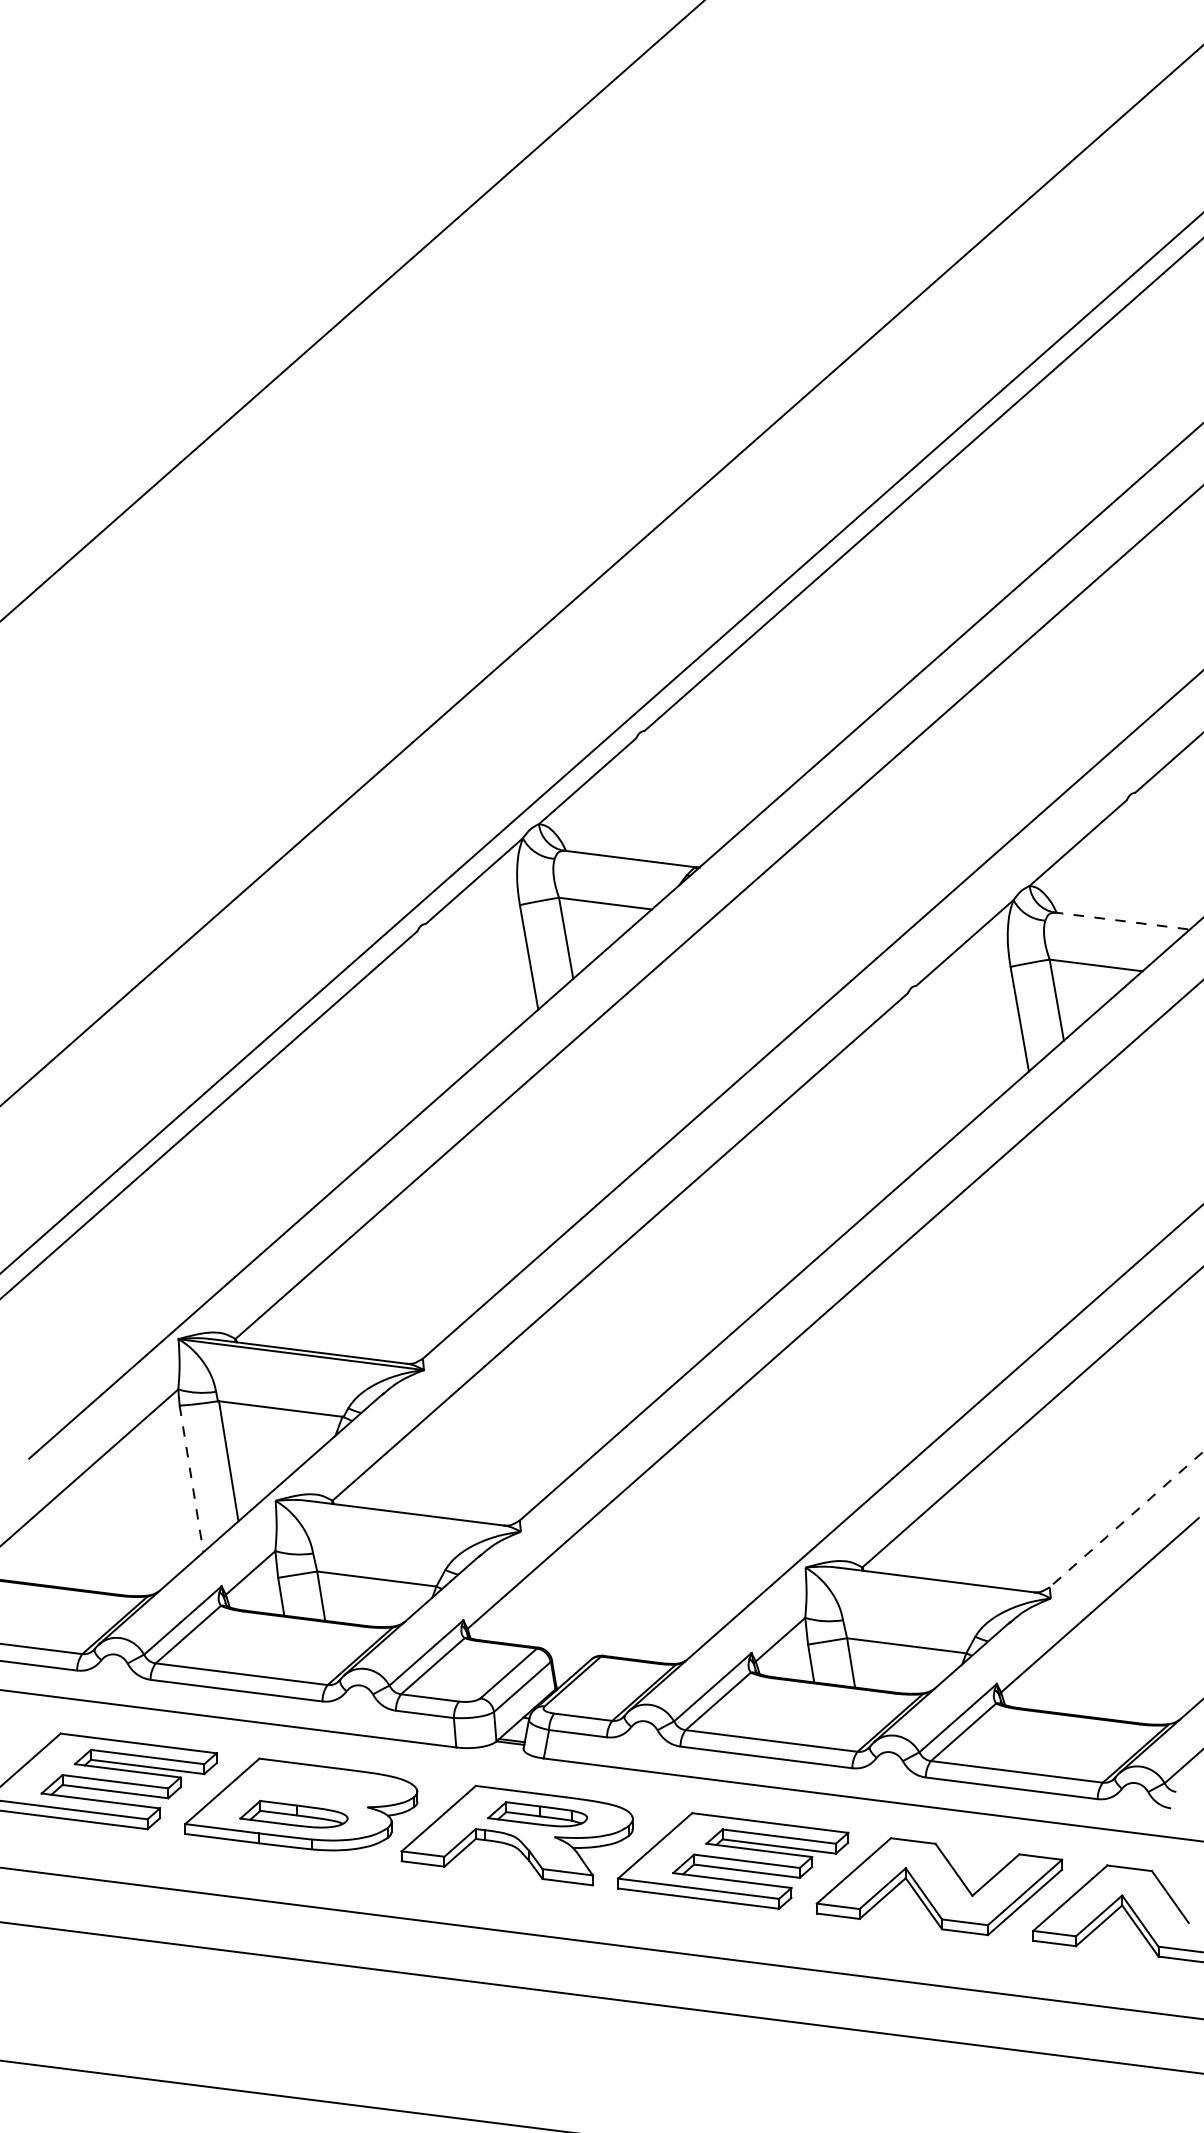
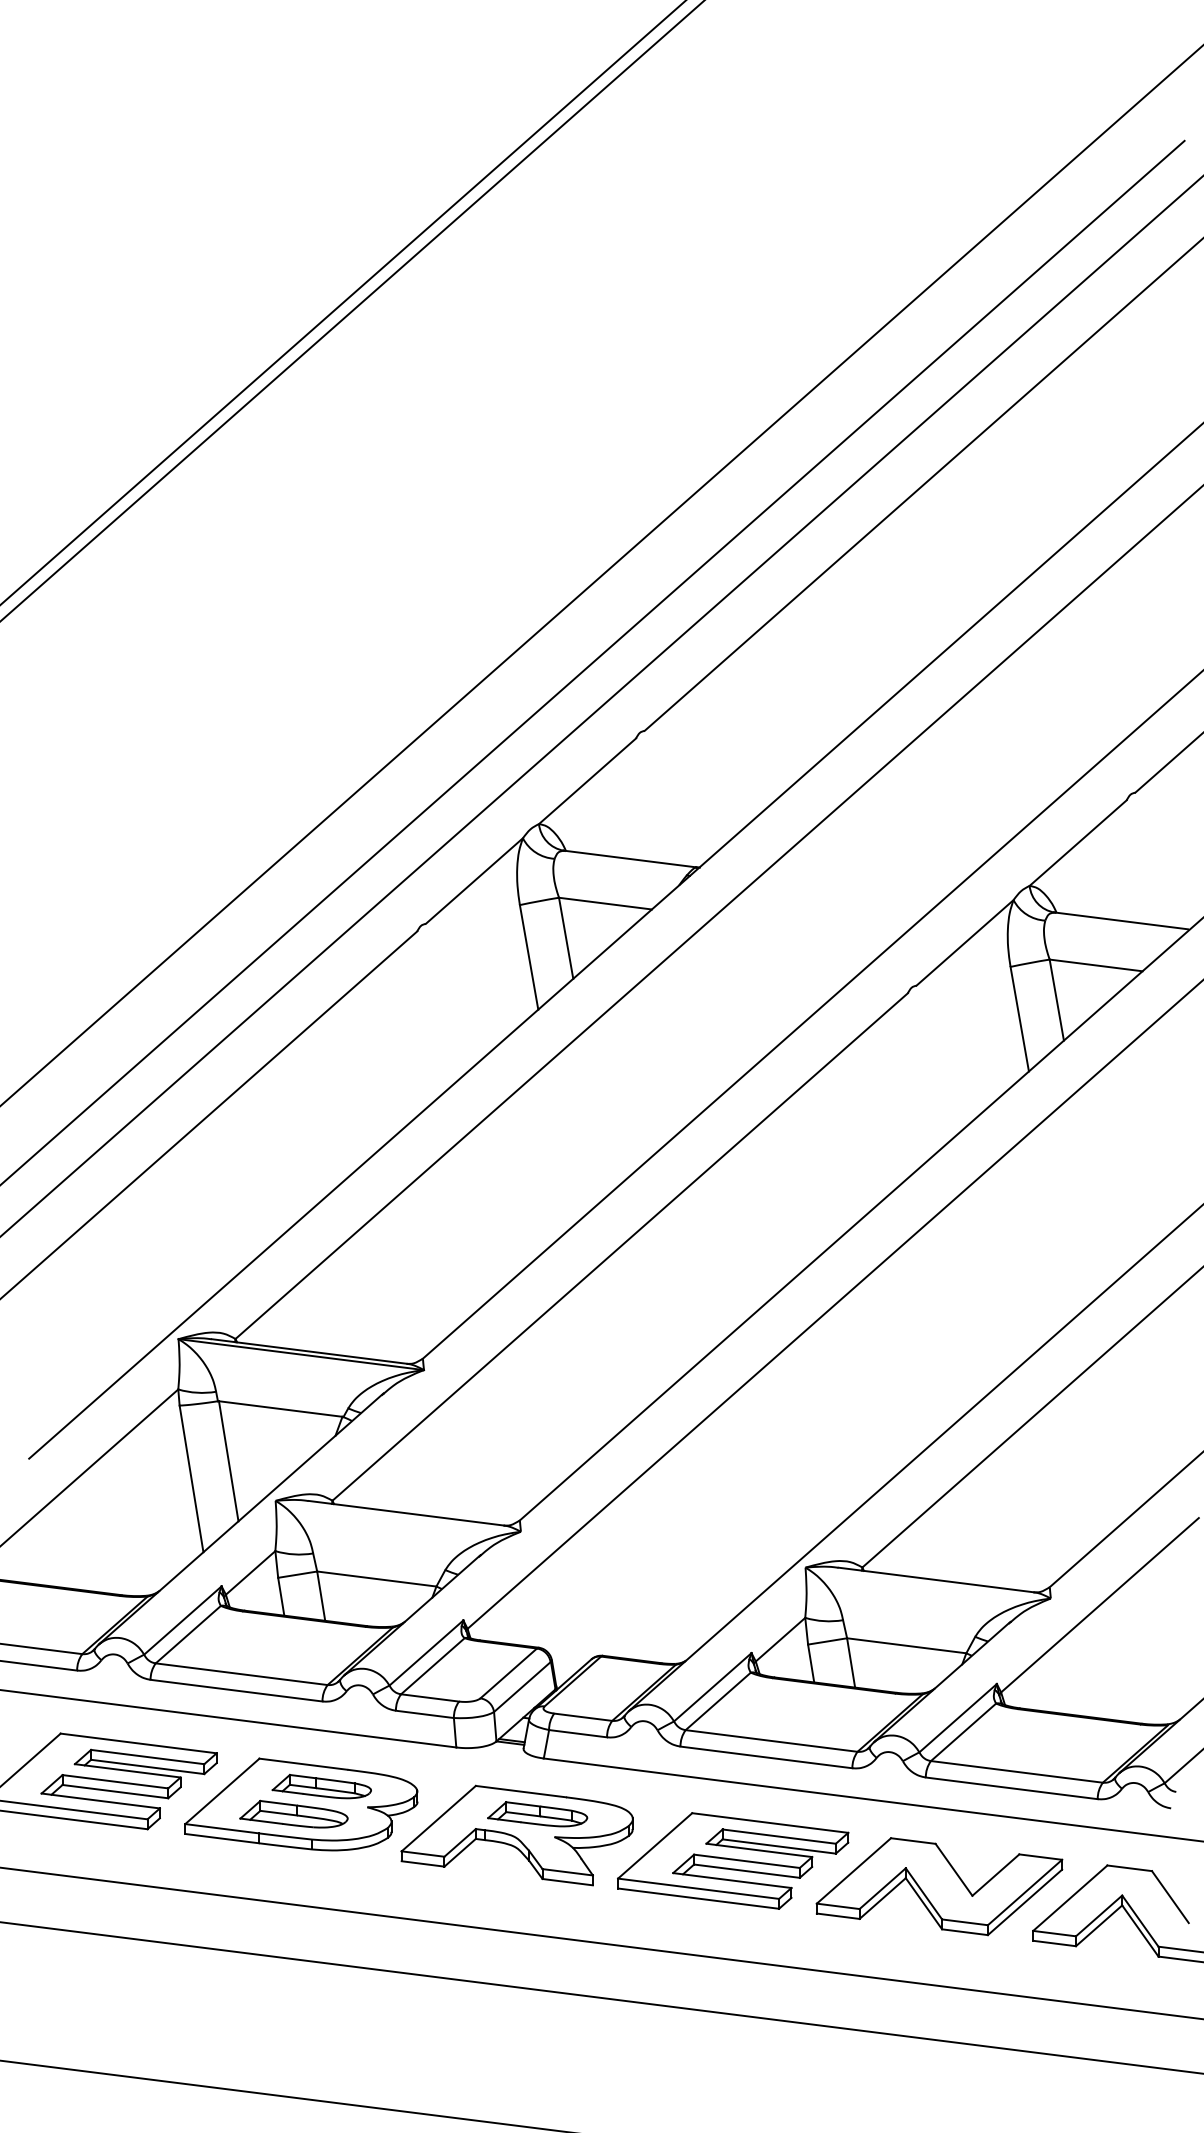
line at (342, 302): none -> present
line at (593, 661): none -> present
line at (601, 743) position: (601, 743) -> (601, 706)
line at (1121, 920): dashed -> solid
line at (191, 1479): dashed -> solid
line at (1126, 1519): dashed -> solid
part at (321, 1786): none -> present
